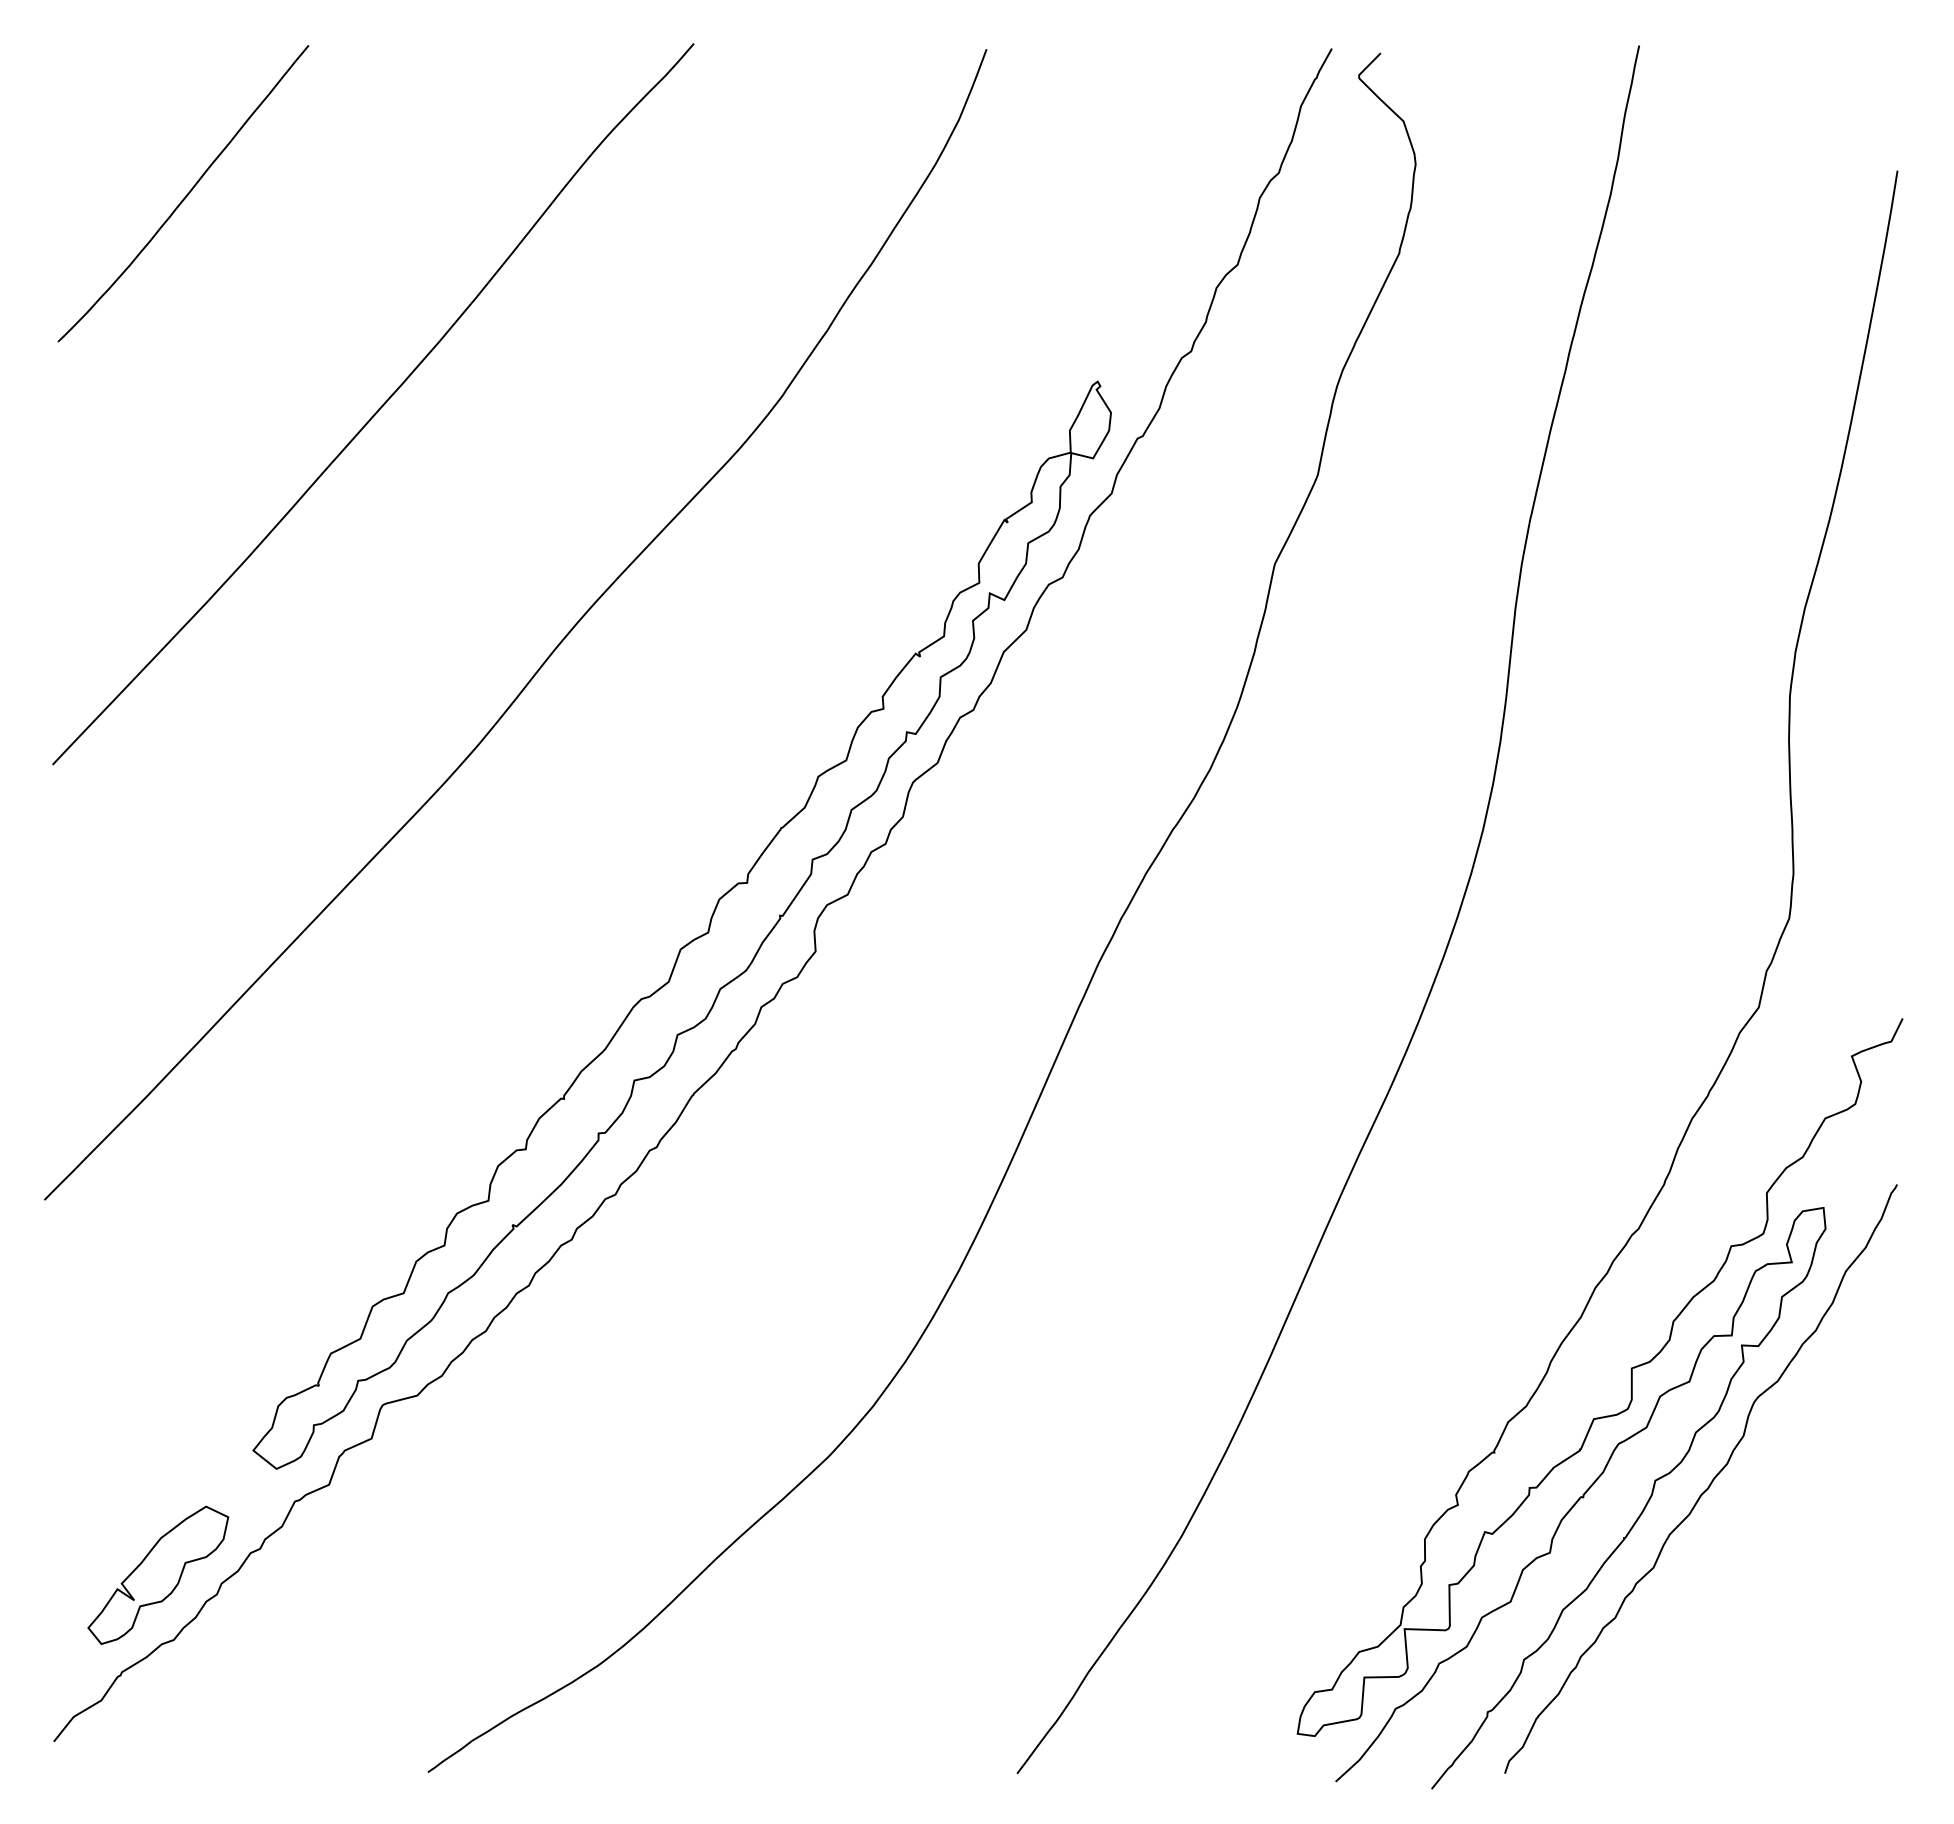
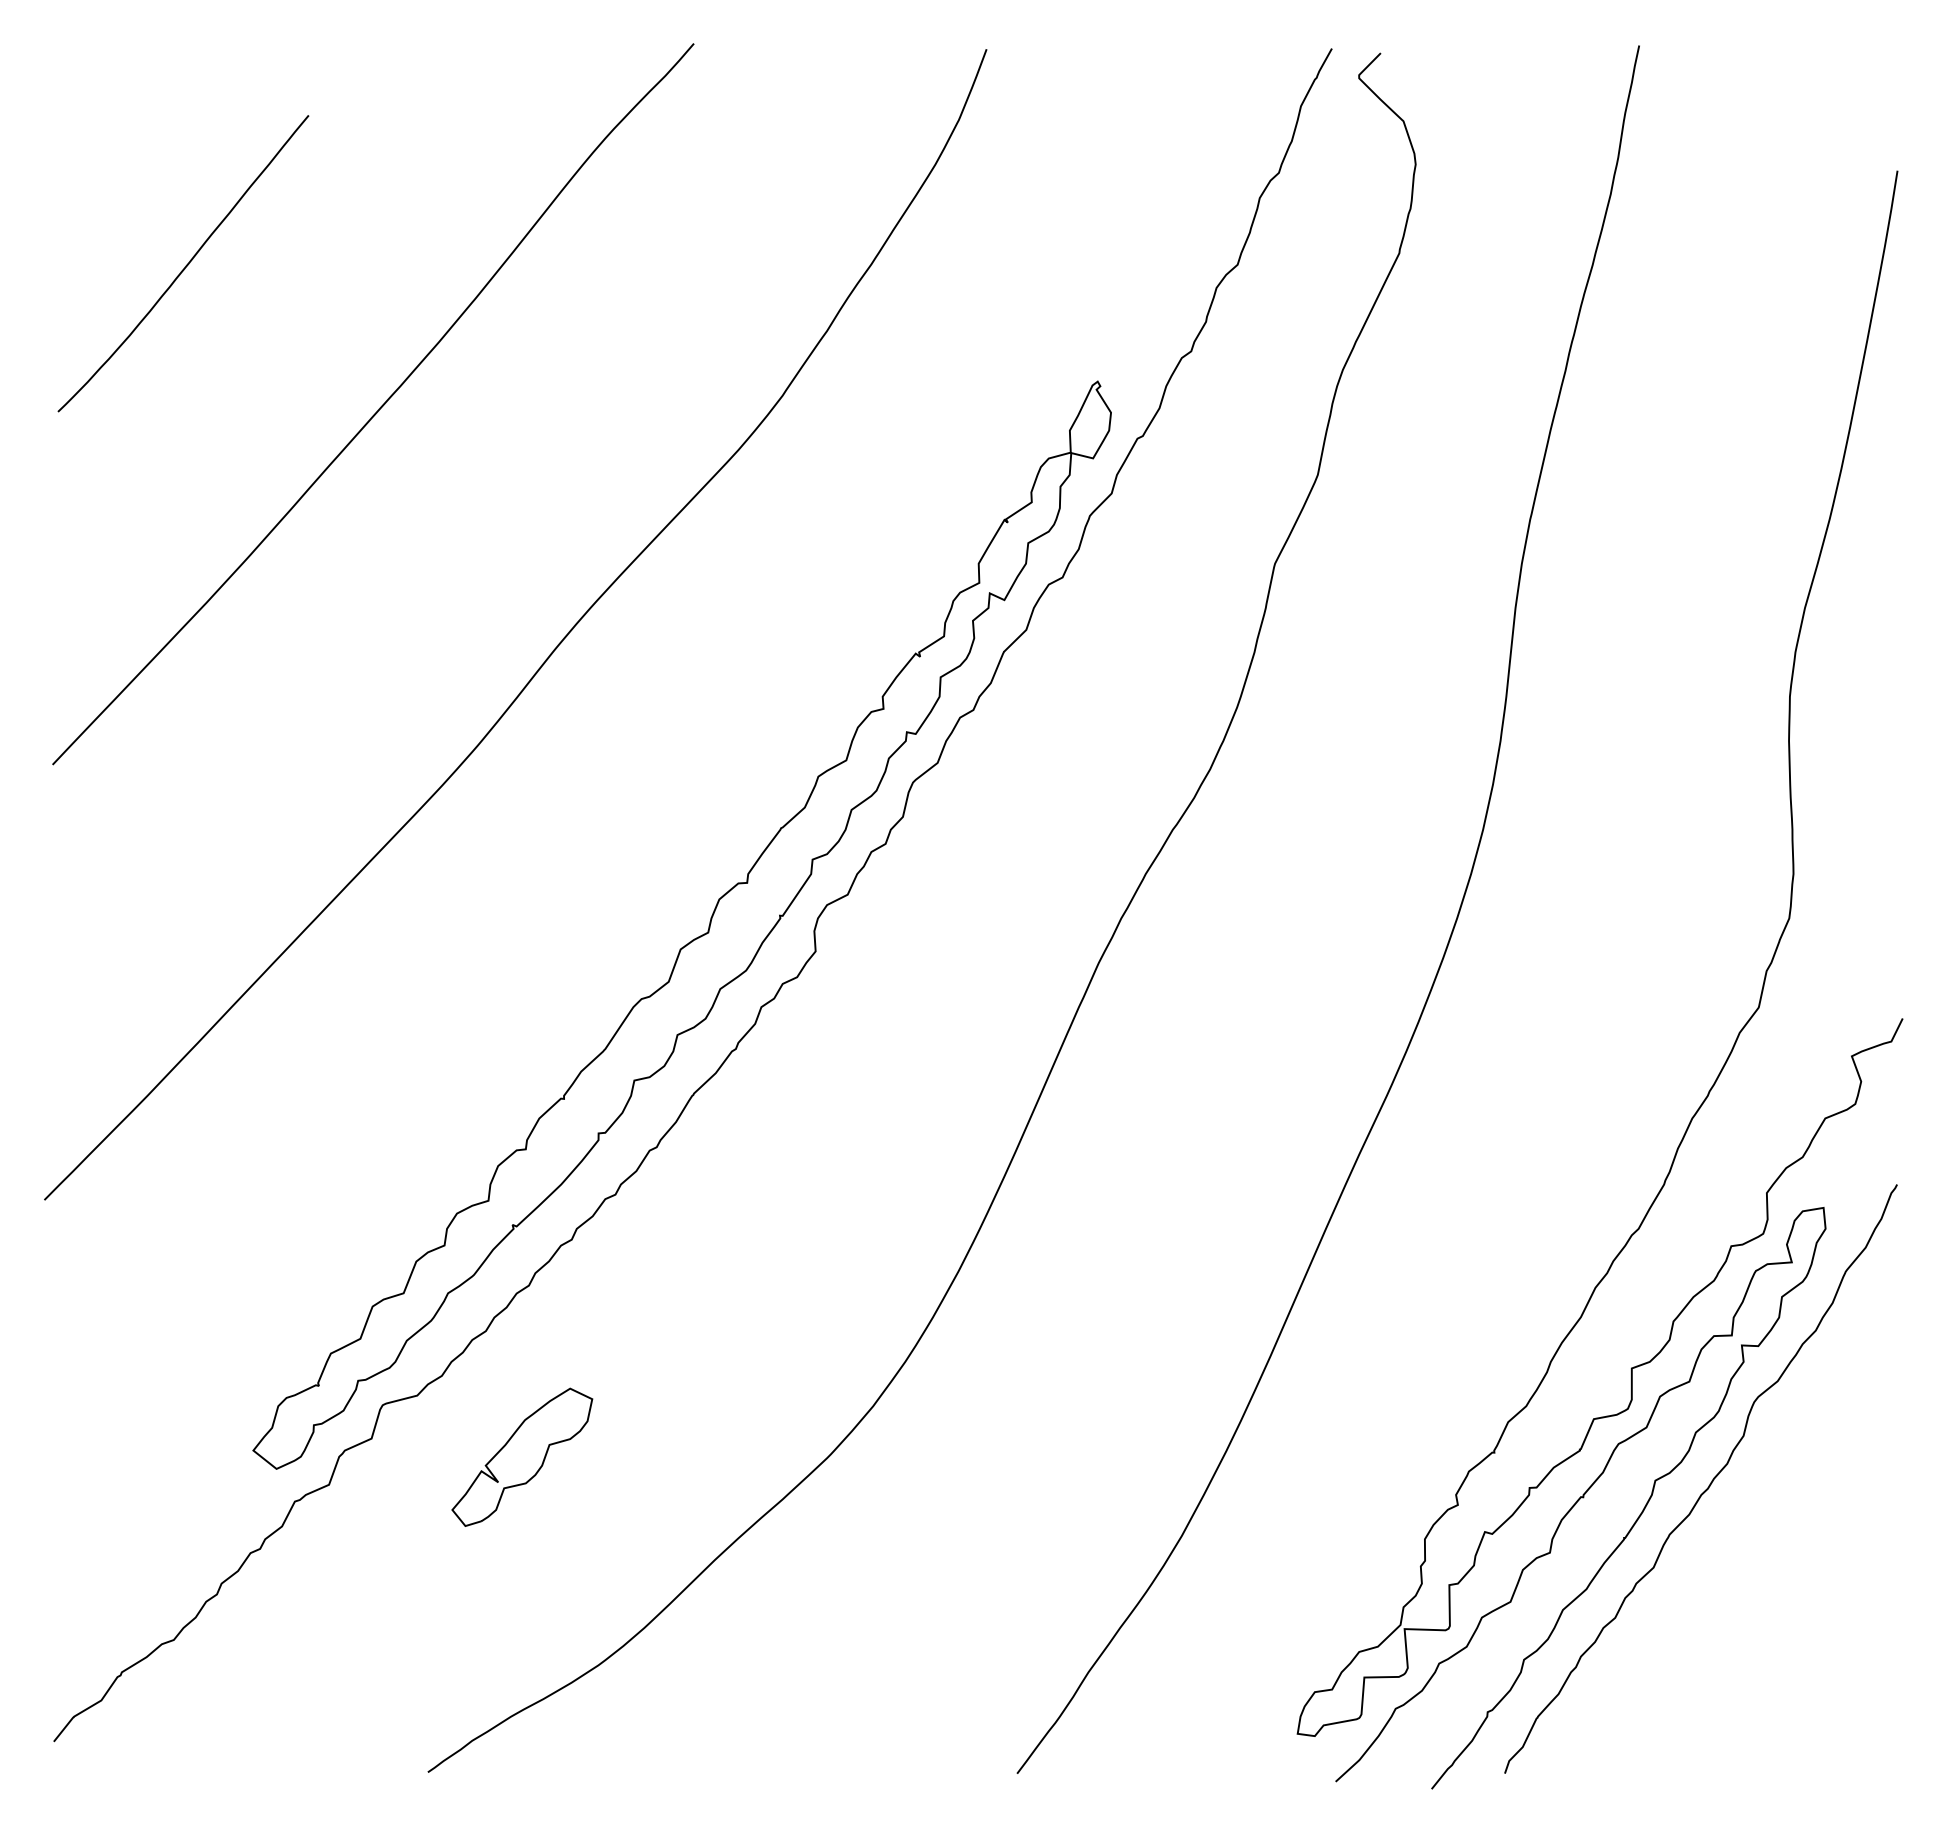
curve at (185, 195) position: (185, 195) -> (185, 265)
part at (158, 1574) position: (158, 1574) -> (522, 1456)
